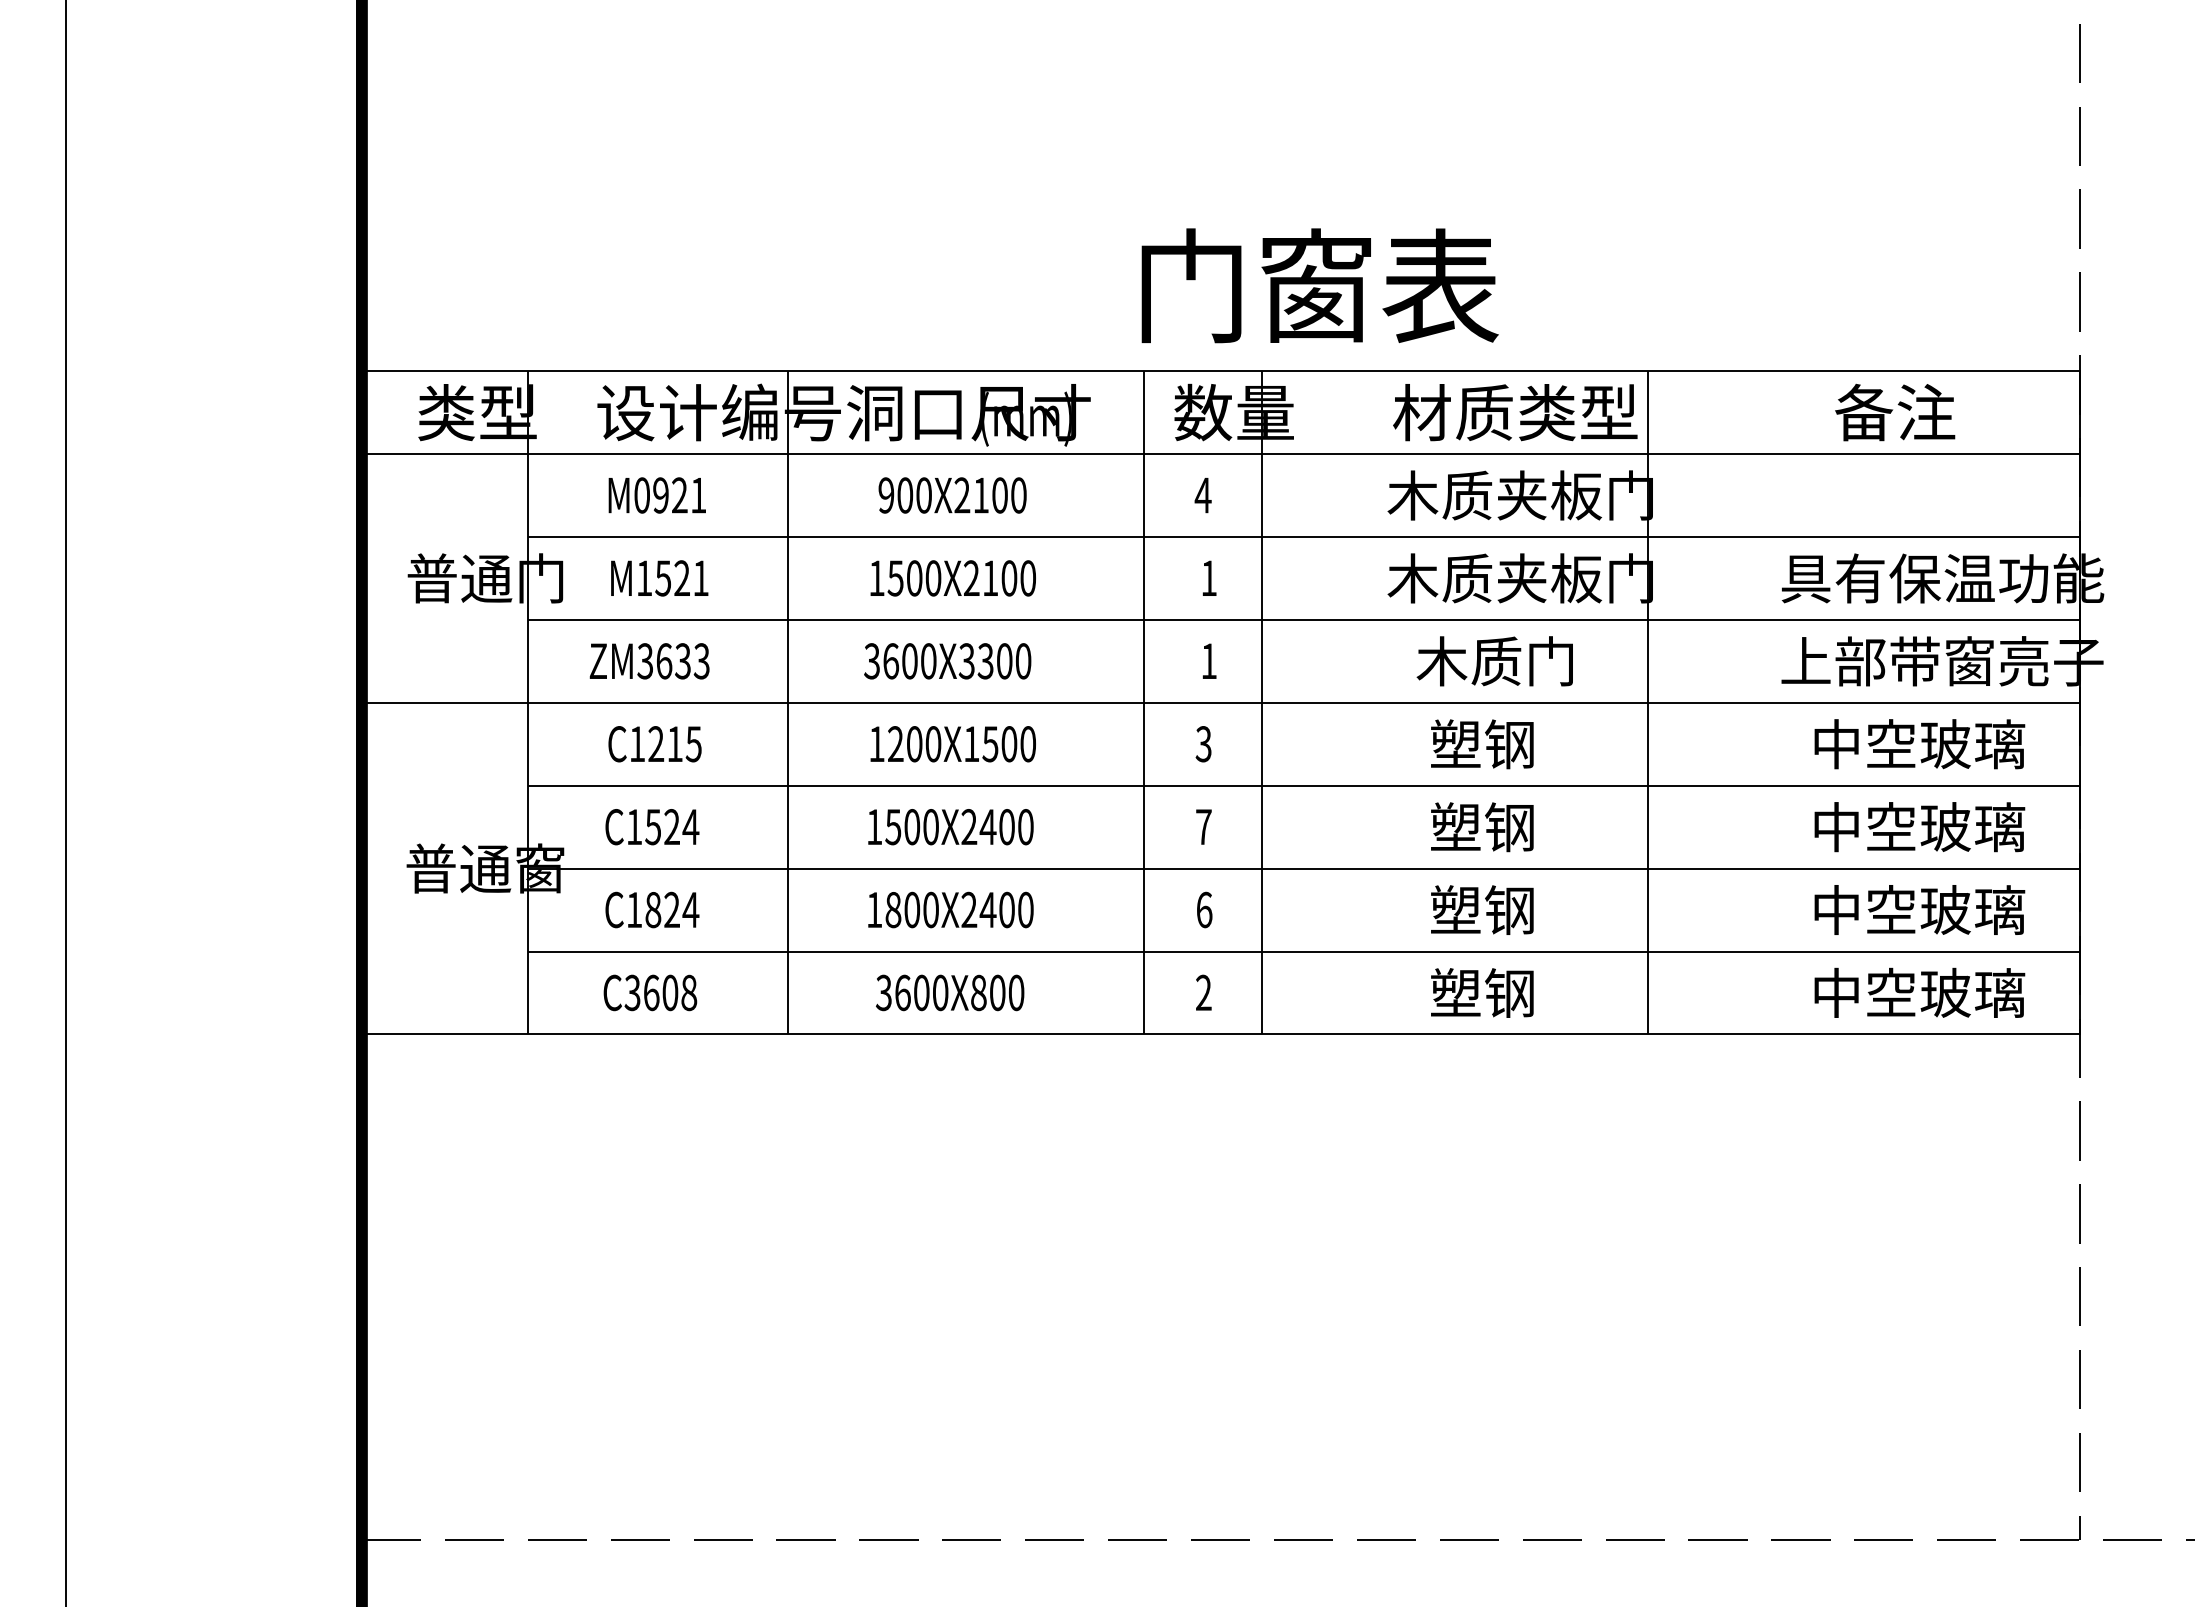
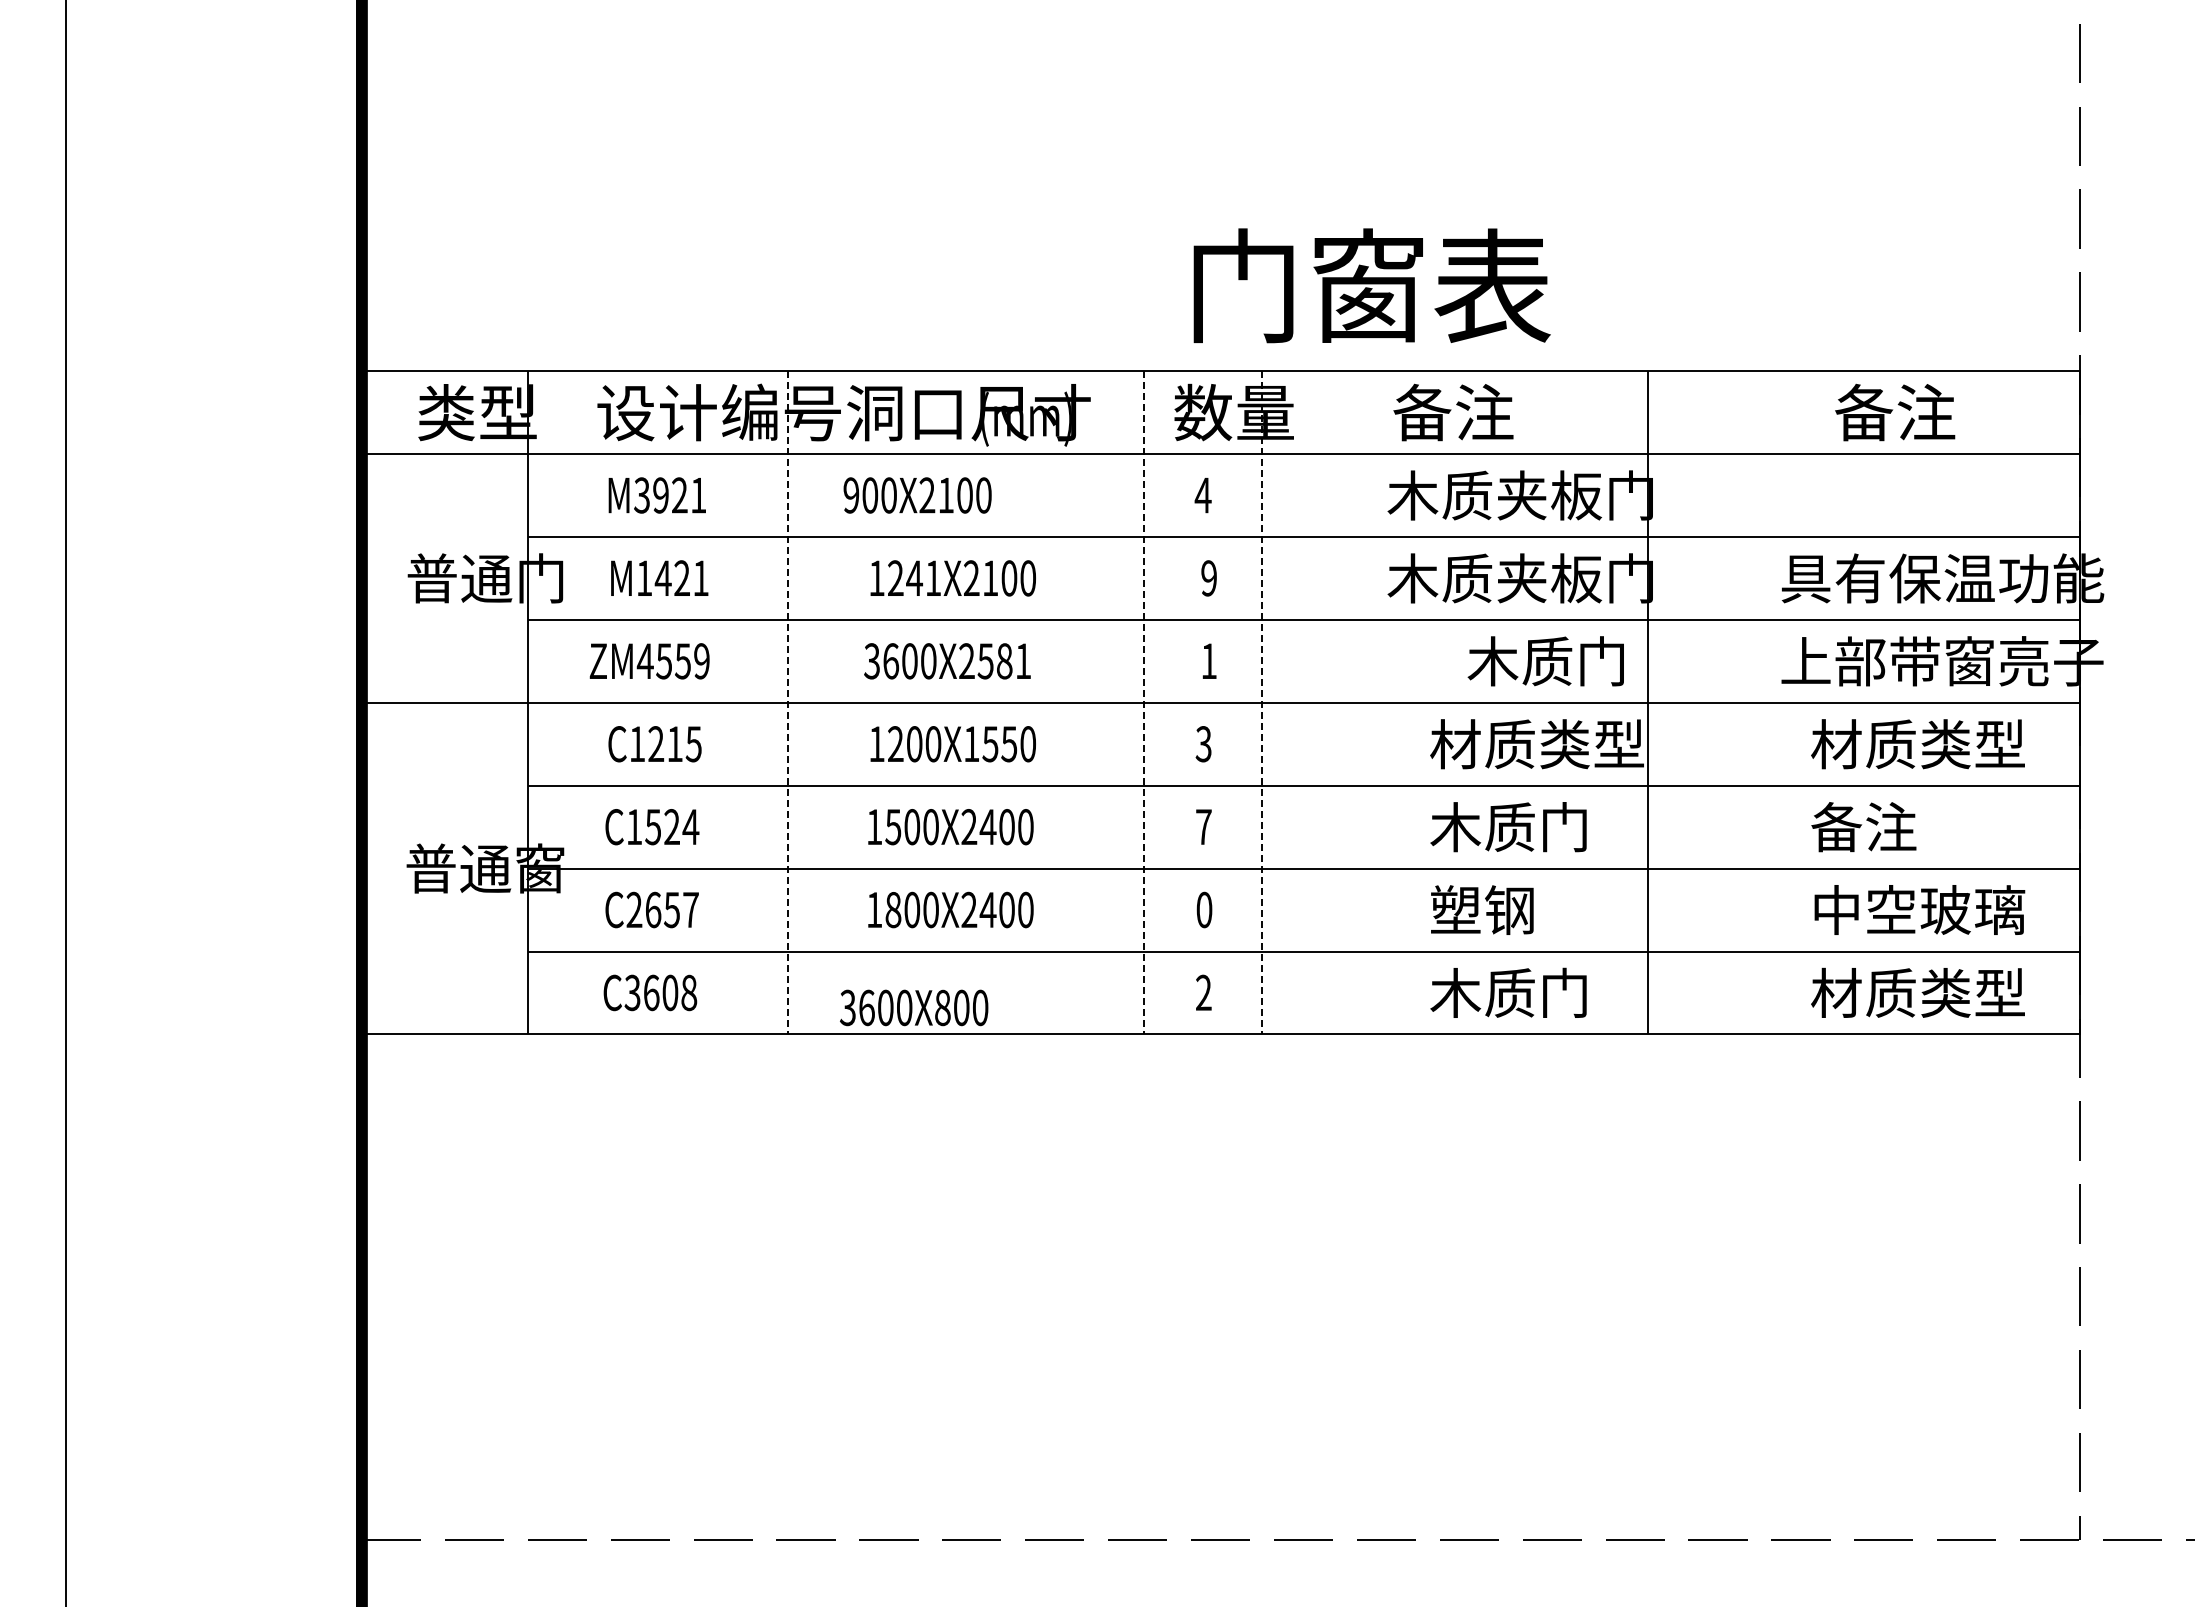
text at (1319, 285) position: (1319, 285) -> (1371, 285)
text at (1515, 412): 材质类型 -> 备注
text at (641, 495): M0921 -> M3921
text at (952, 495) position: (952, 495) -> (917, 495)
text at (662, 578): M1521 -> M1421
text at (914, 578): 1500X2100 -> 1241X2100
text at (1208, 578): 1 -> 9
text at (672, 661): ZM3633 -> ZM4559
text at (994, 661): 3600X3300 -> 3600X2581
text at (1494, 661) position: (1494, 661) -> (1545, 661)
line at (788, 702): solid -> dashed
line at (1143, 702): solid -> dashed
line at (1262, 702): solid -> dashed
text at (1009, 744): 1200X1500 -> 1200X1550
text at (1536, 744): 塑钢 -> 材质类型
text at (1918, 744): 中空玻璃 -> 材质类型
text at (1508, 827): 塑钢 -> 木质门
text at (1918, 827): 中空玻璃 -> 备注
text at (662, 909): C1824 -> C2657
text at (1204, 909): 6 -> 0
text at (950, 992) position: (950, 992) -> (914, 1007)
text at (1508, 992): 塑钢 -> 木质门
text at (1918, 992): 中空玻璃 -> 材质类型
